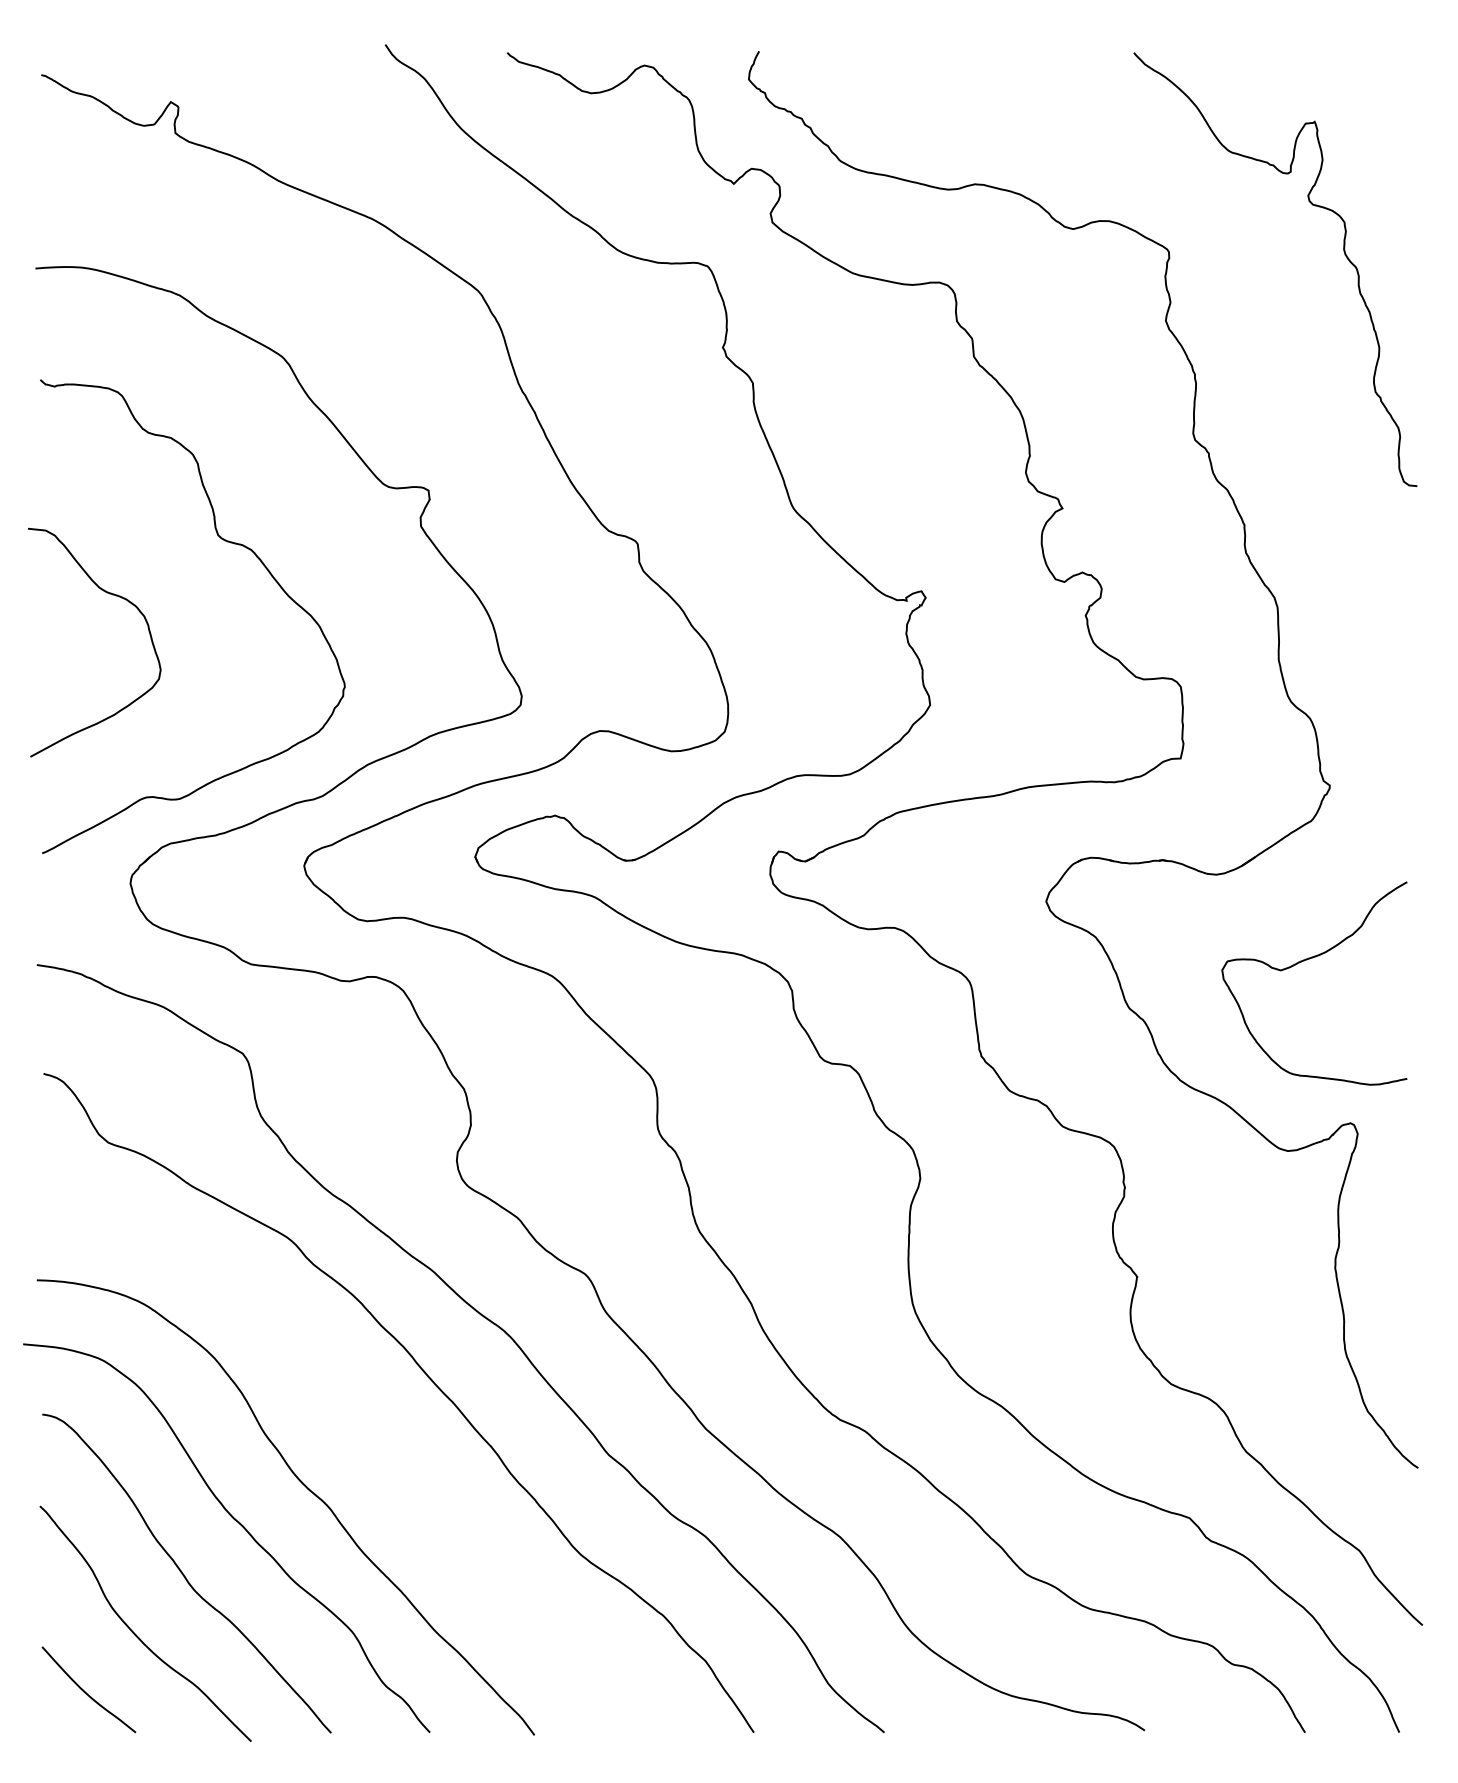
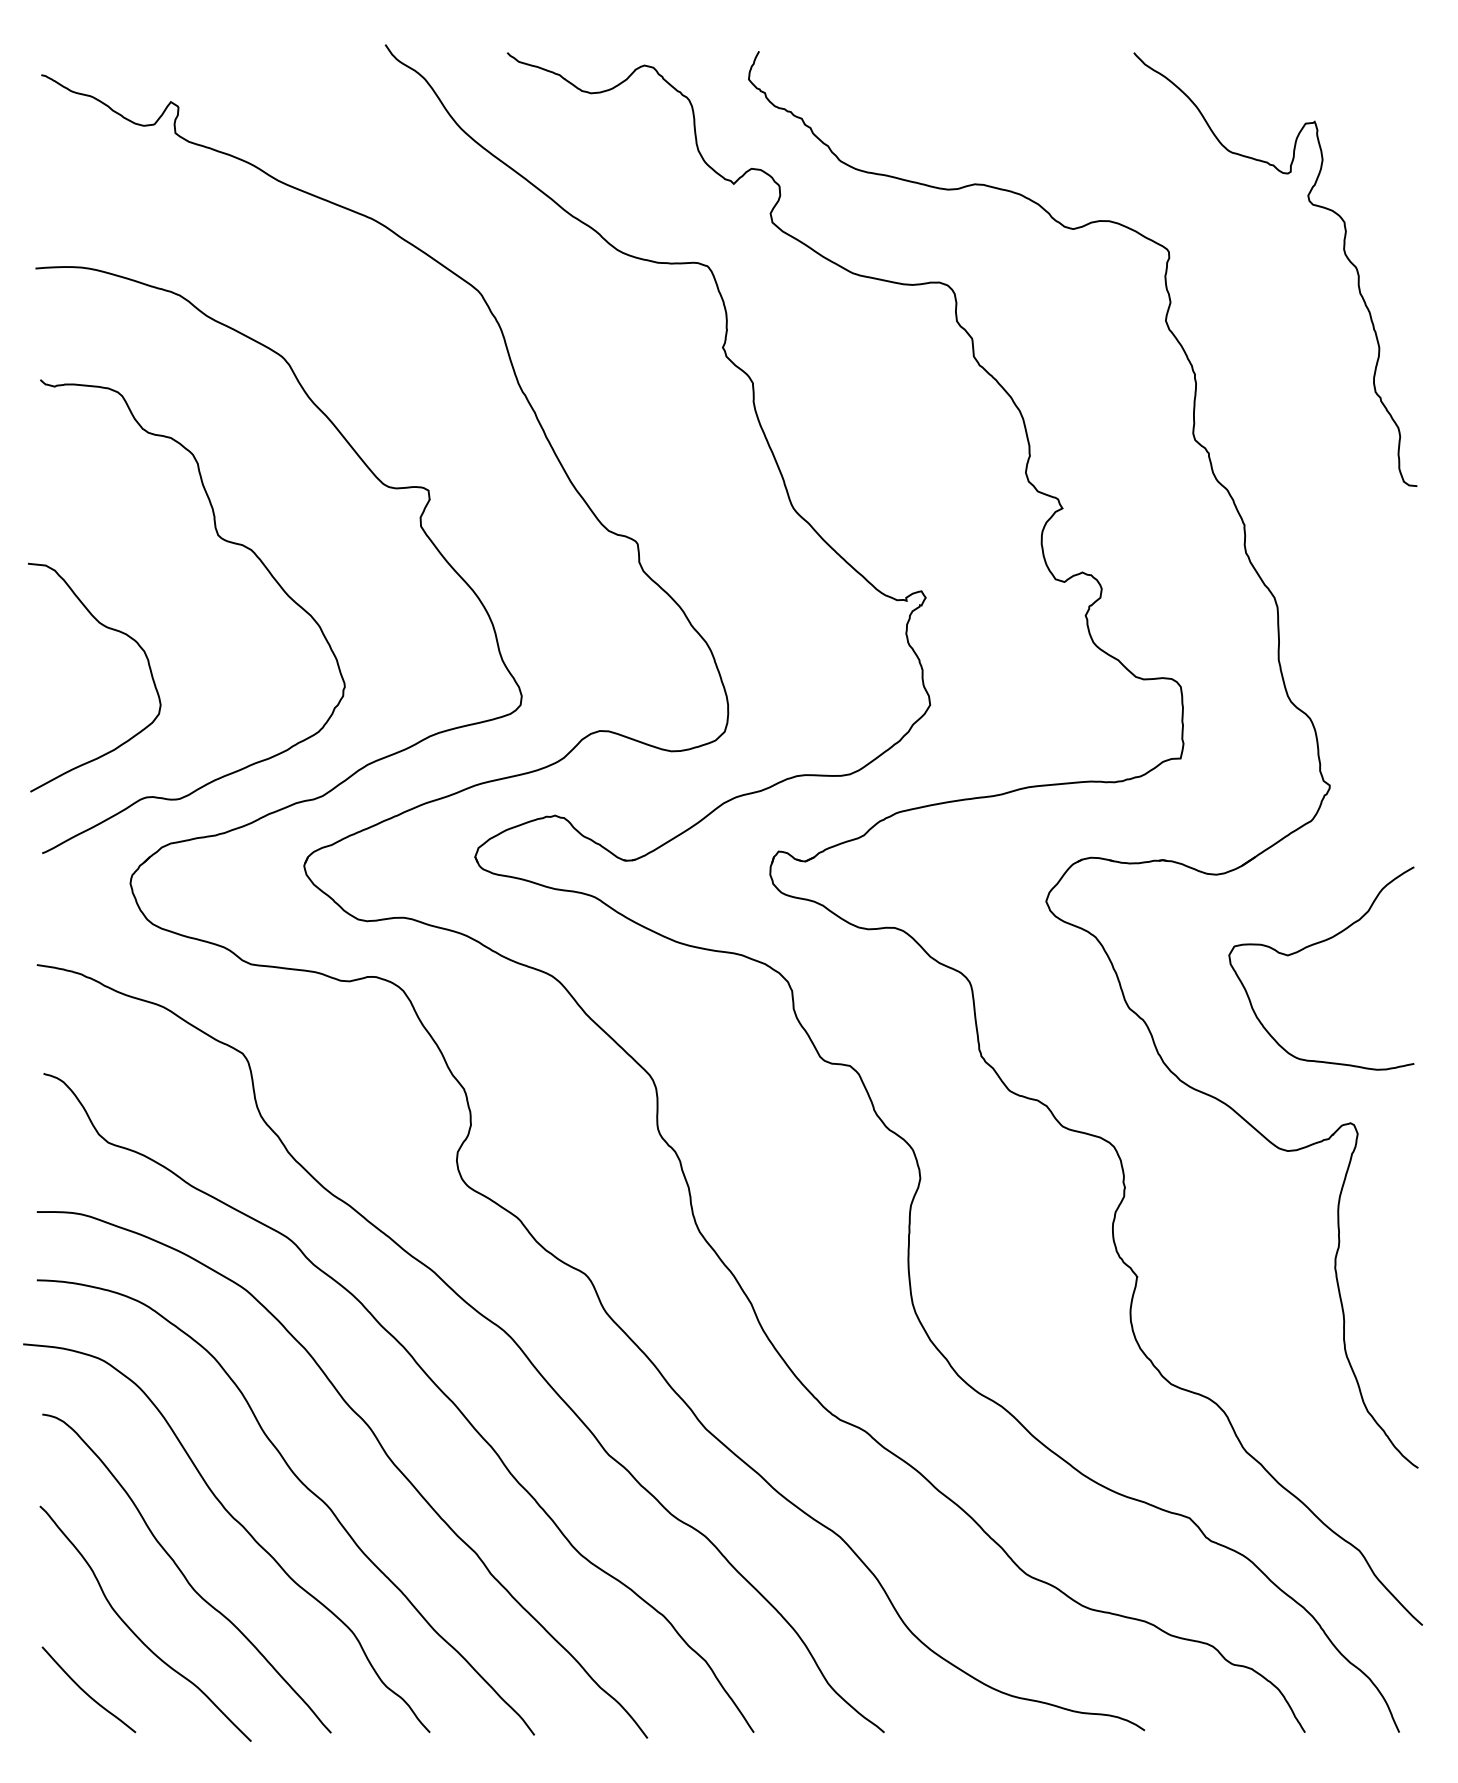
curve at (109, 594) position: (109, 594) -> (109, 629)
curve at (1307, 960) position: (1307, 960) -> (1314, 945)
curve at (381, 1448): none -> present
